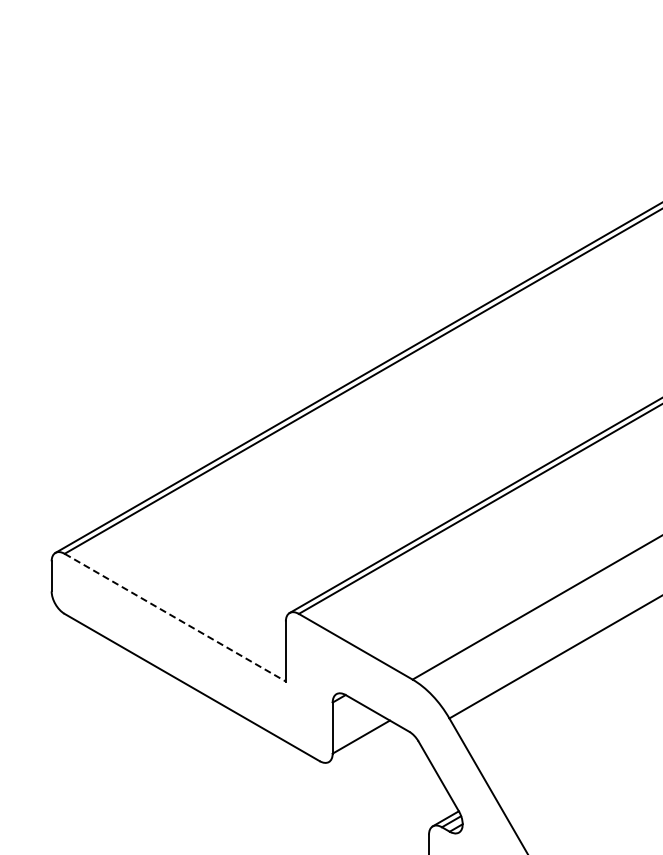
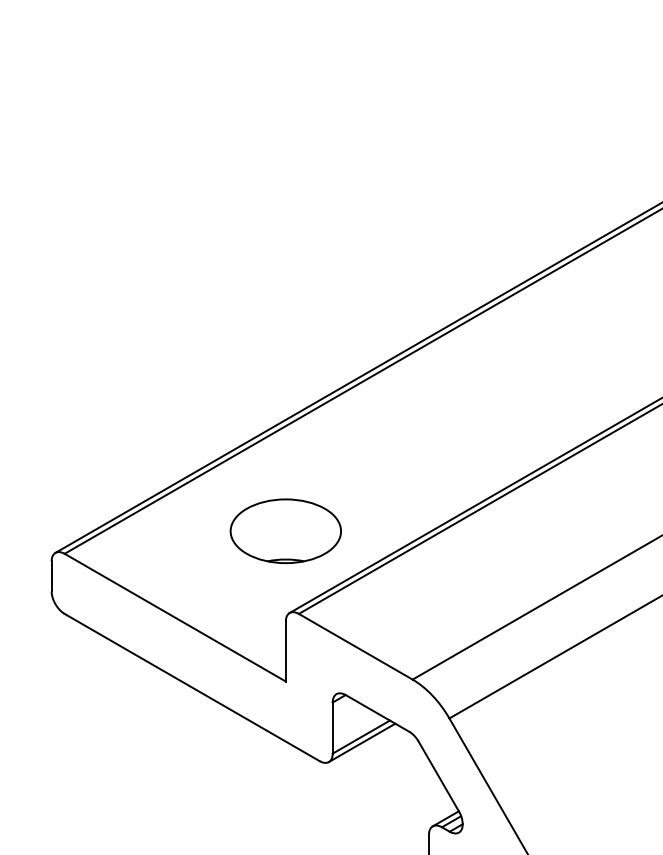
part at (285, 530): none -> present
line at (175, 617): dashed -> solid
line at (361, 742): none -> present
